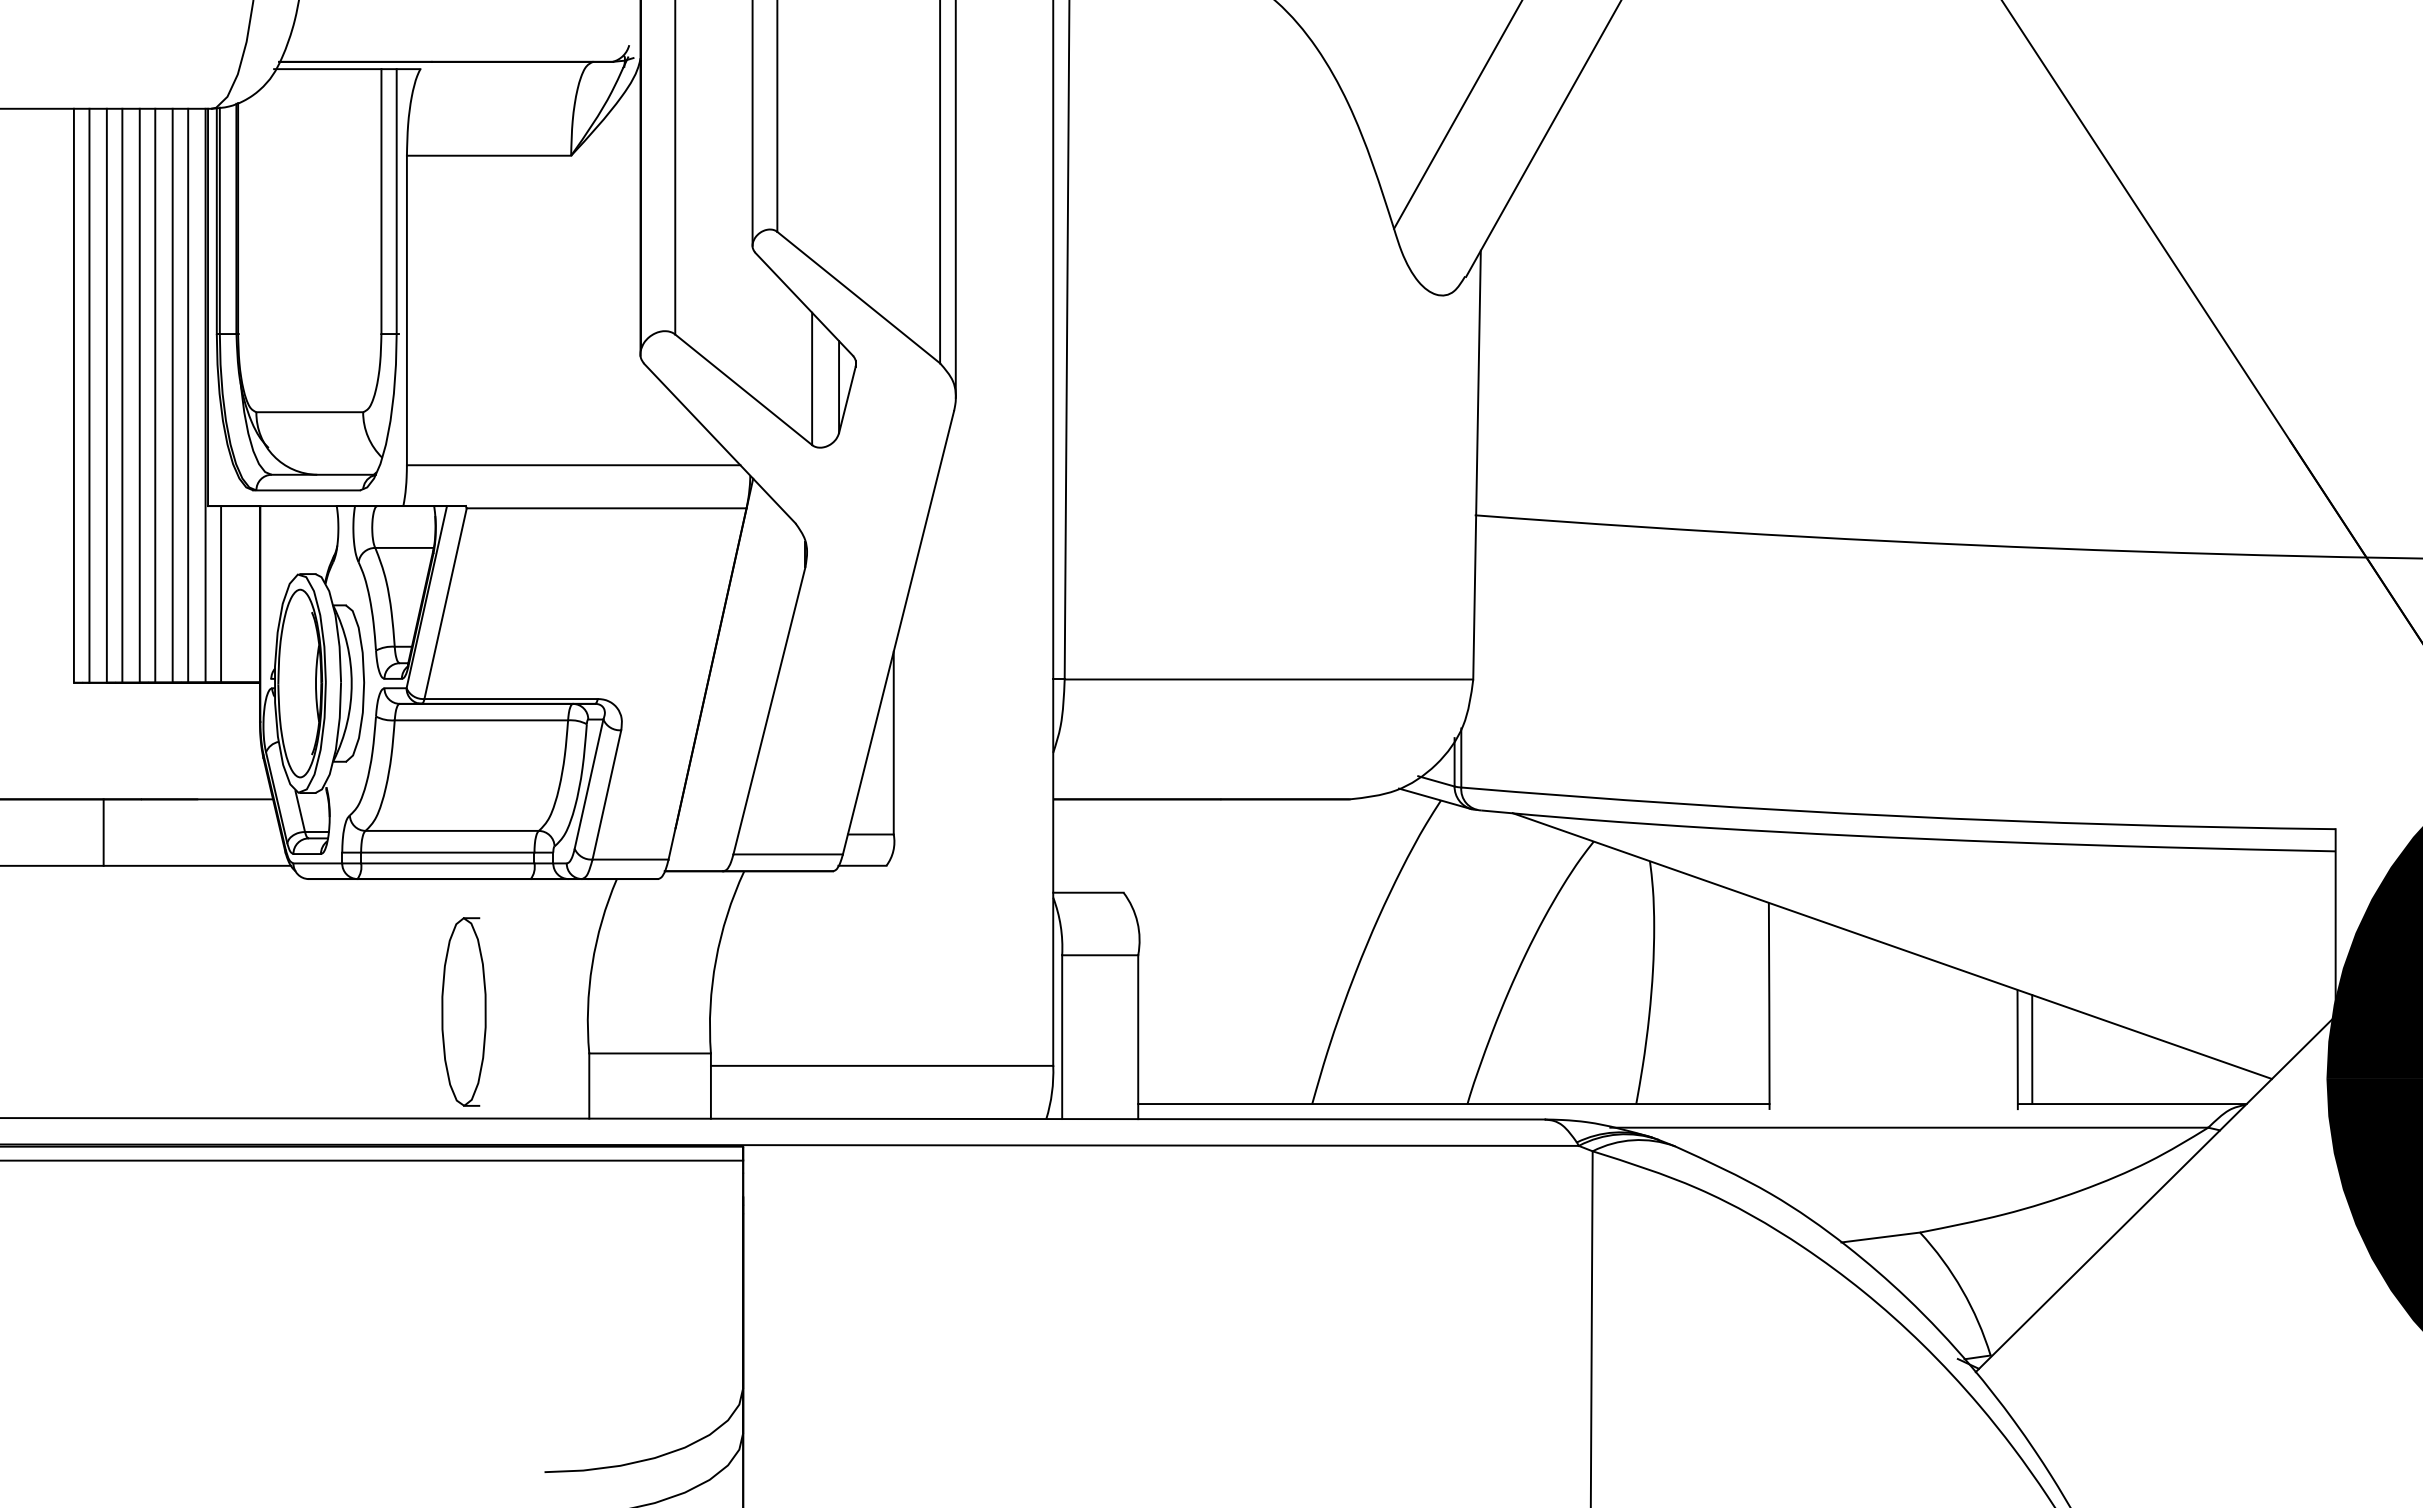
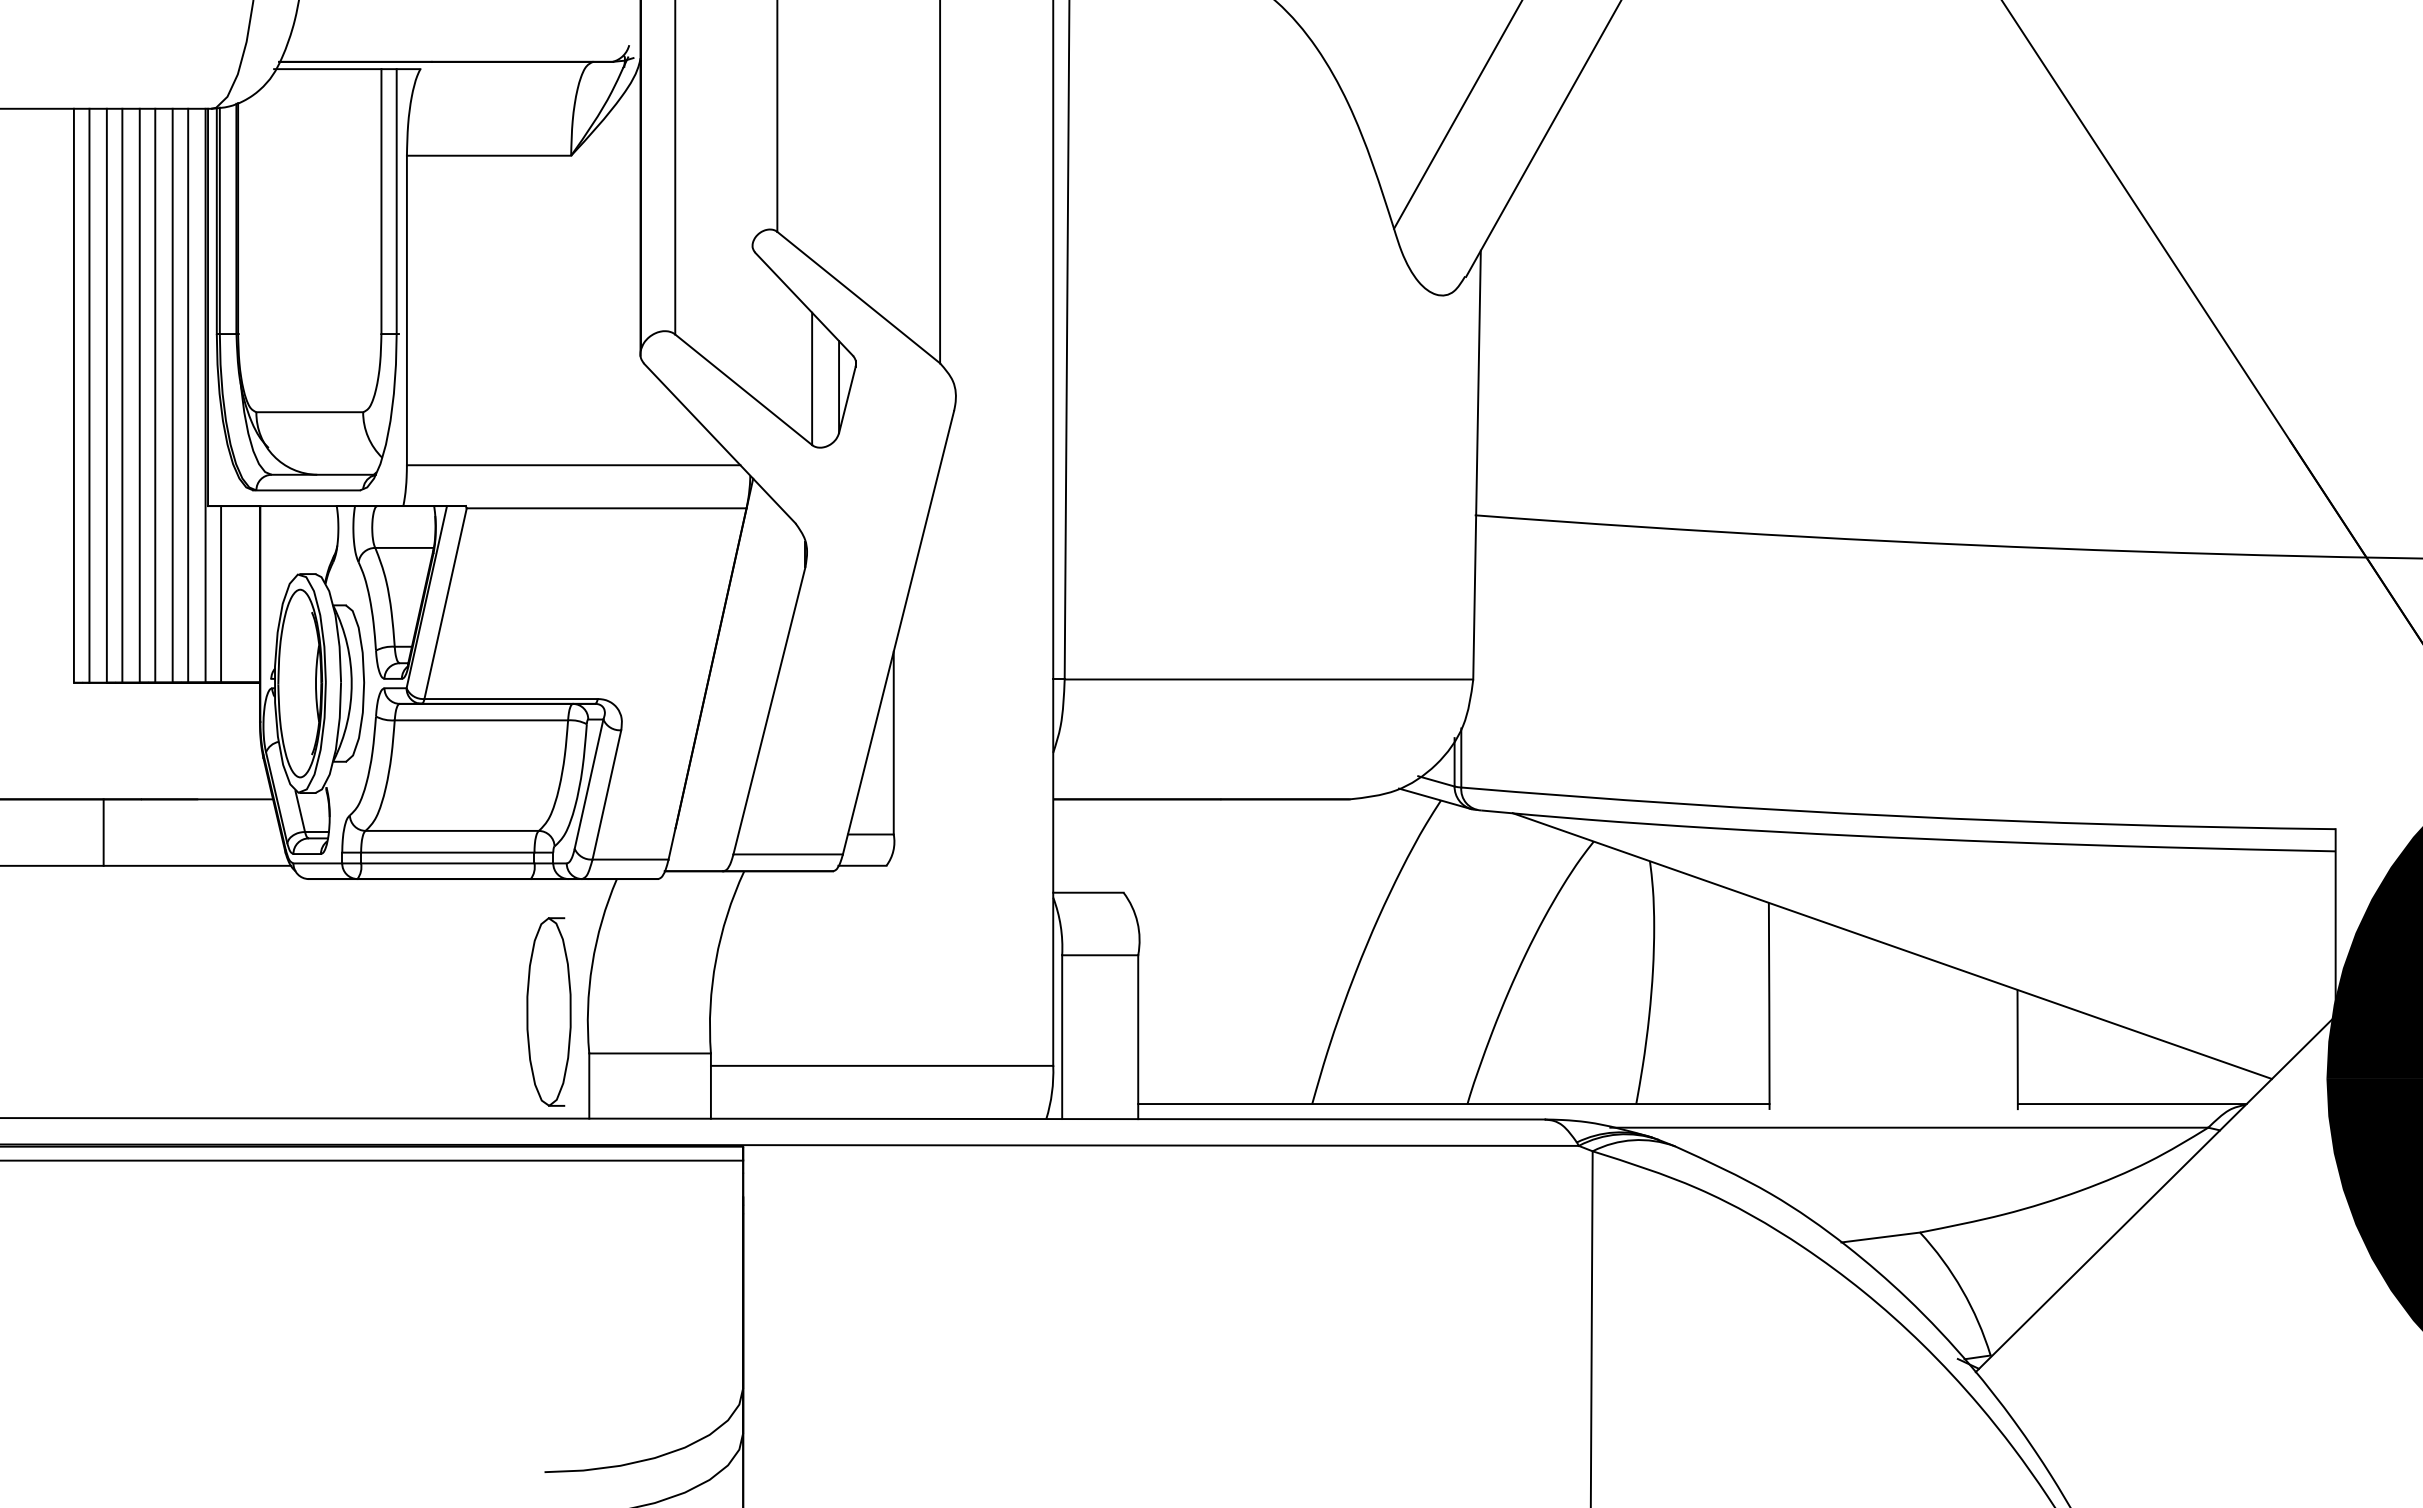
line at (752, 123): present -> none
line at (955, 199): present -> none
part at (463, 1011) position: (463, 1011) -> (548, 1011)
line at (2032, 1049): present -> none
